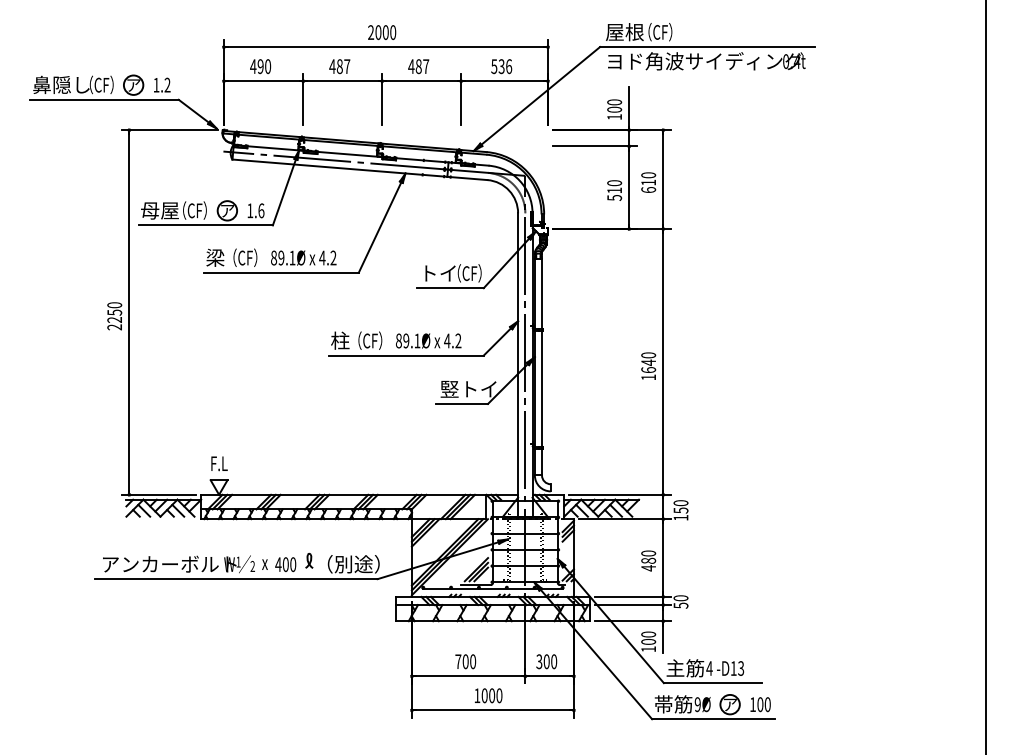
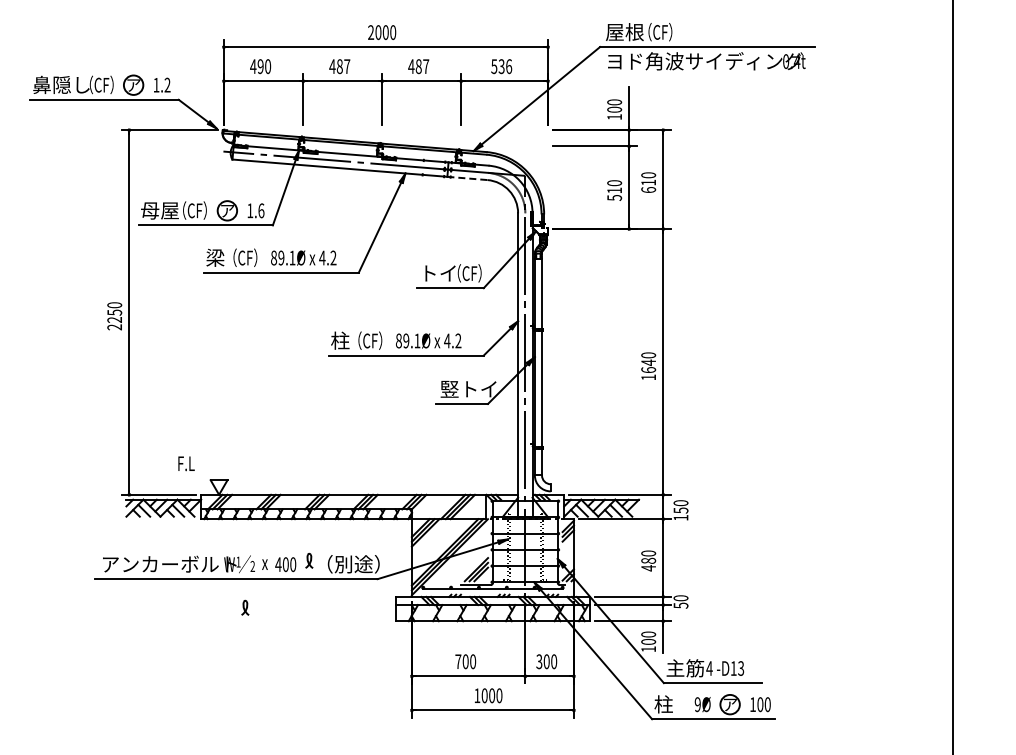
line at (467, 178): solid -> dashed
line at (985, 376) position: (985, 376) -> (952, 376)
text at (219, 463) position: (219, 463) -> (186, 463)
part at (245, 607): none -> present
text at (673, 704): 帯筋 -> 柱
